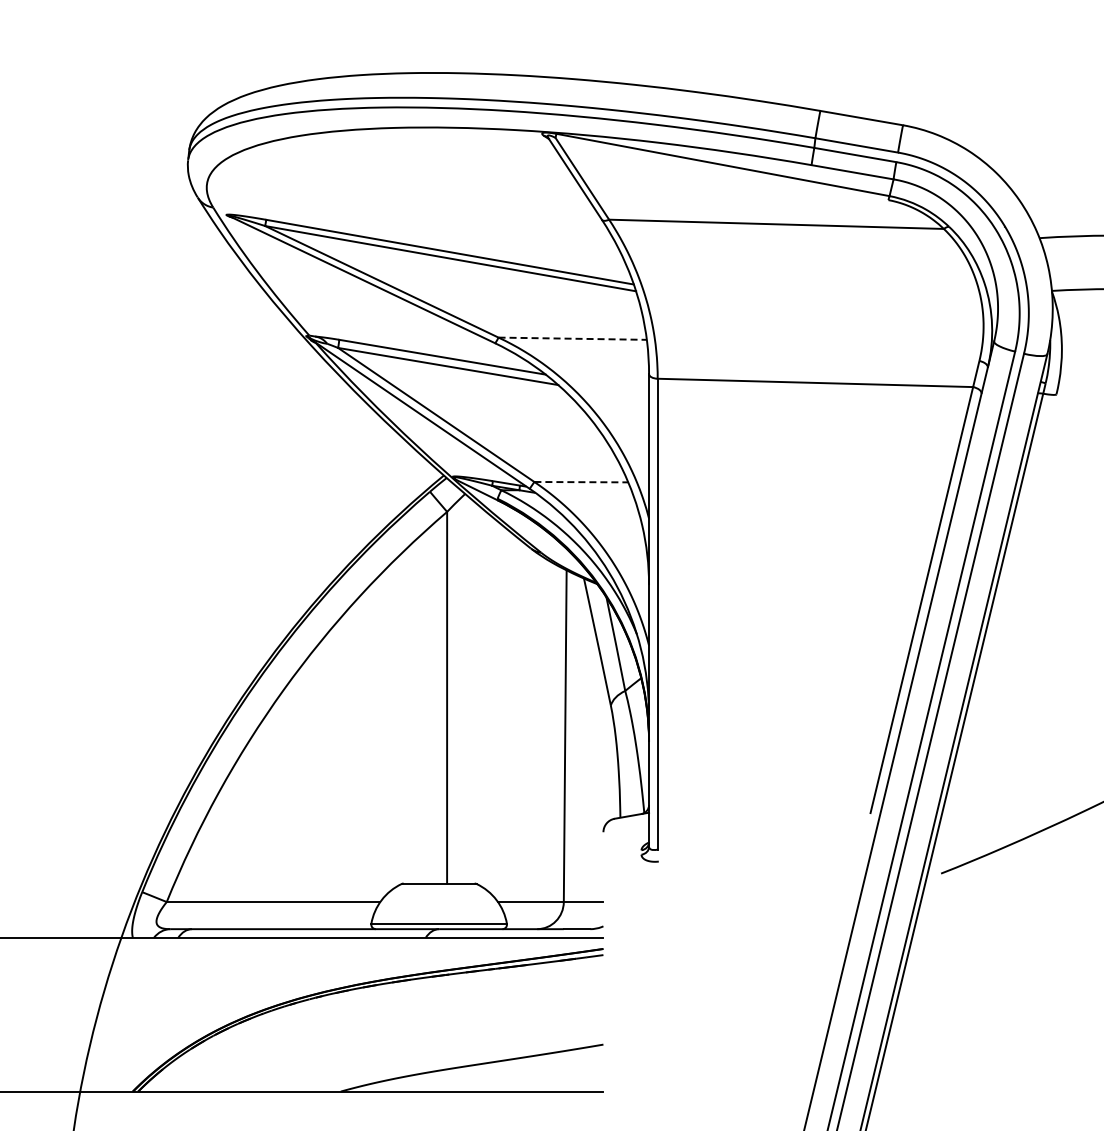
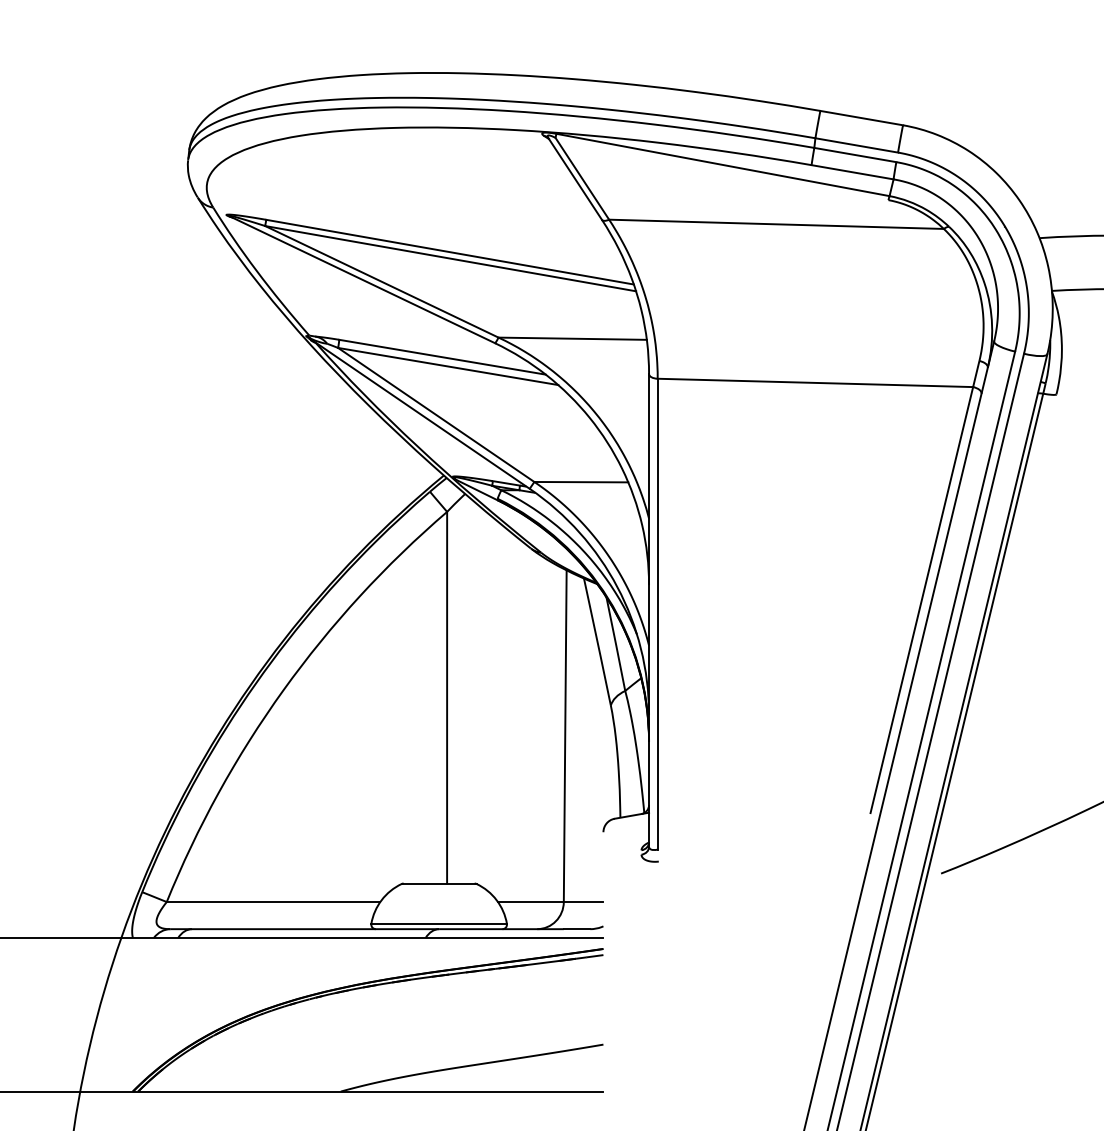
line at (573, 338): dashed -> solid
line at (581, 482): dashed -> solid
